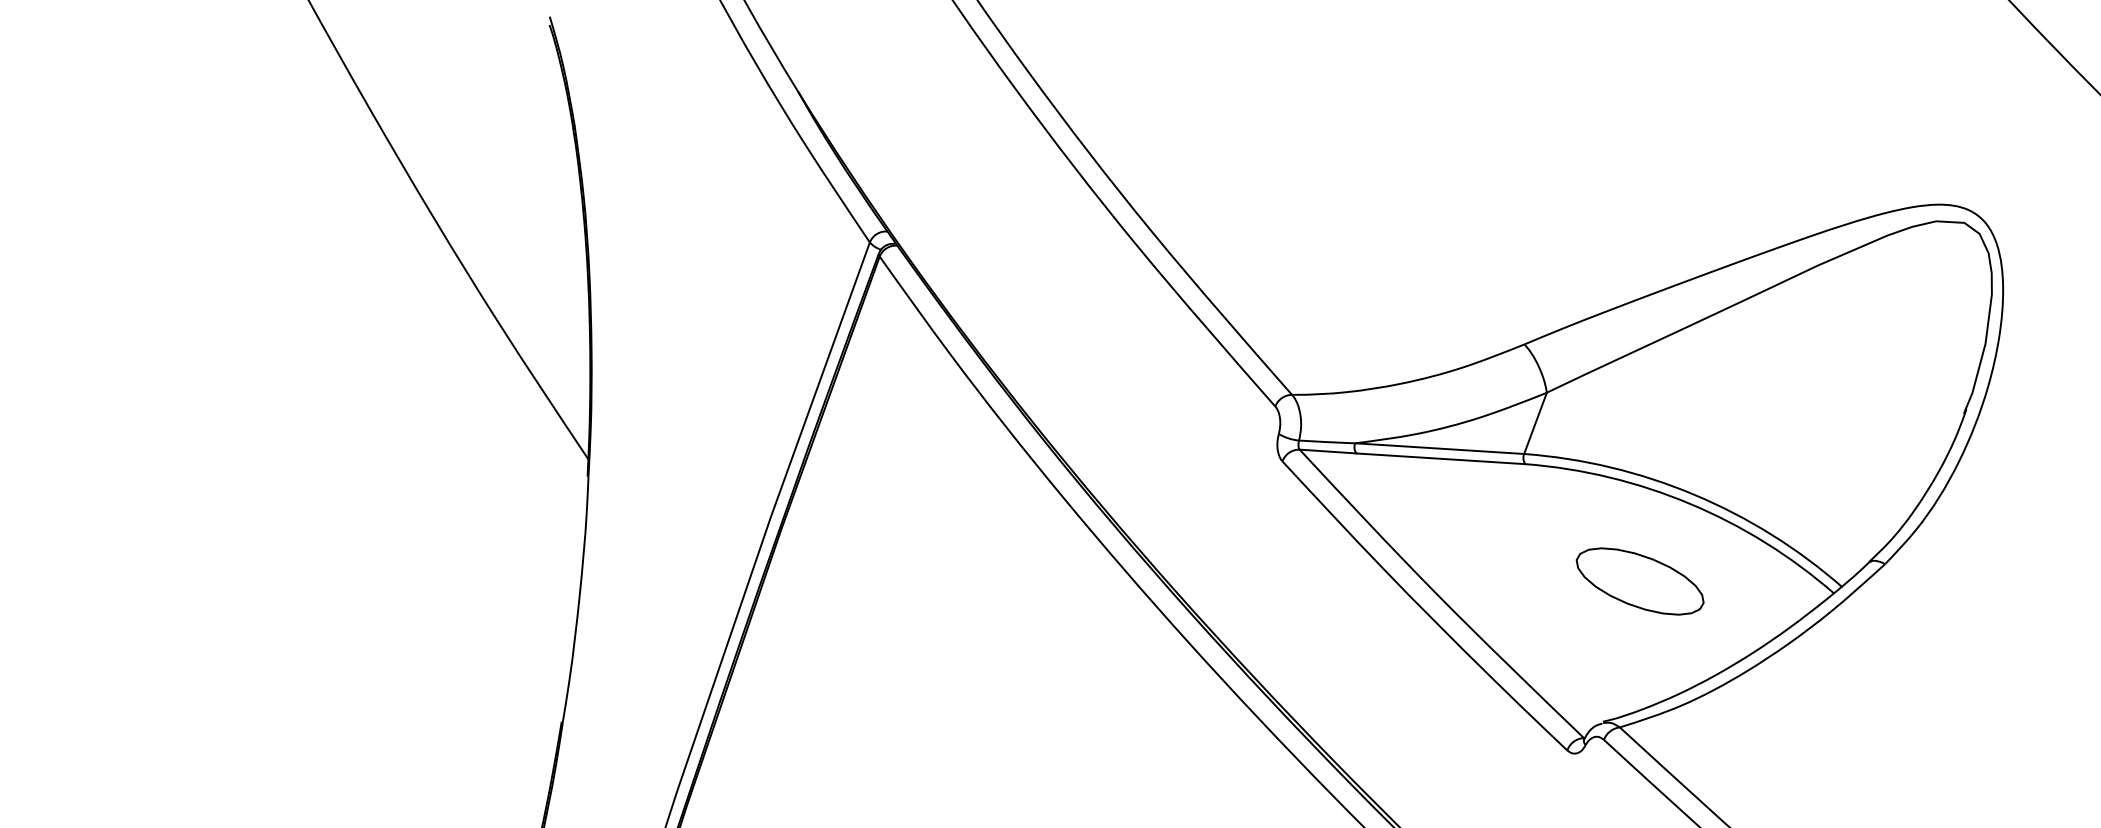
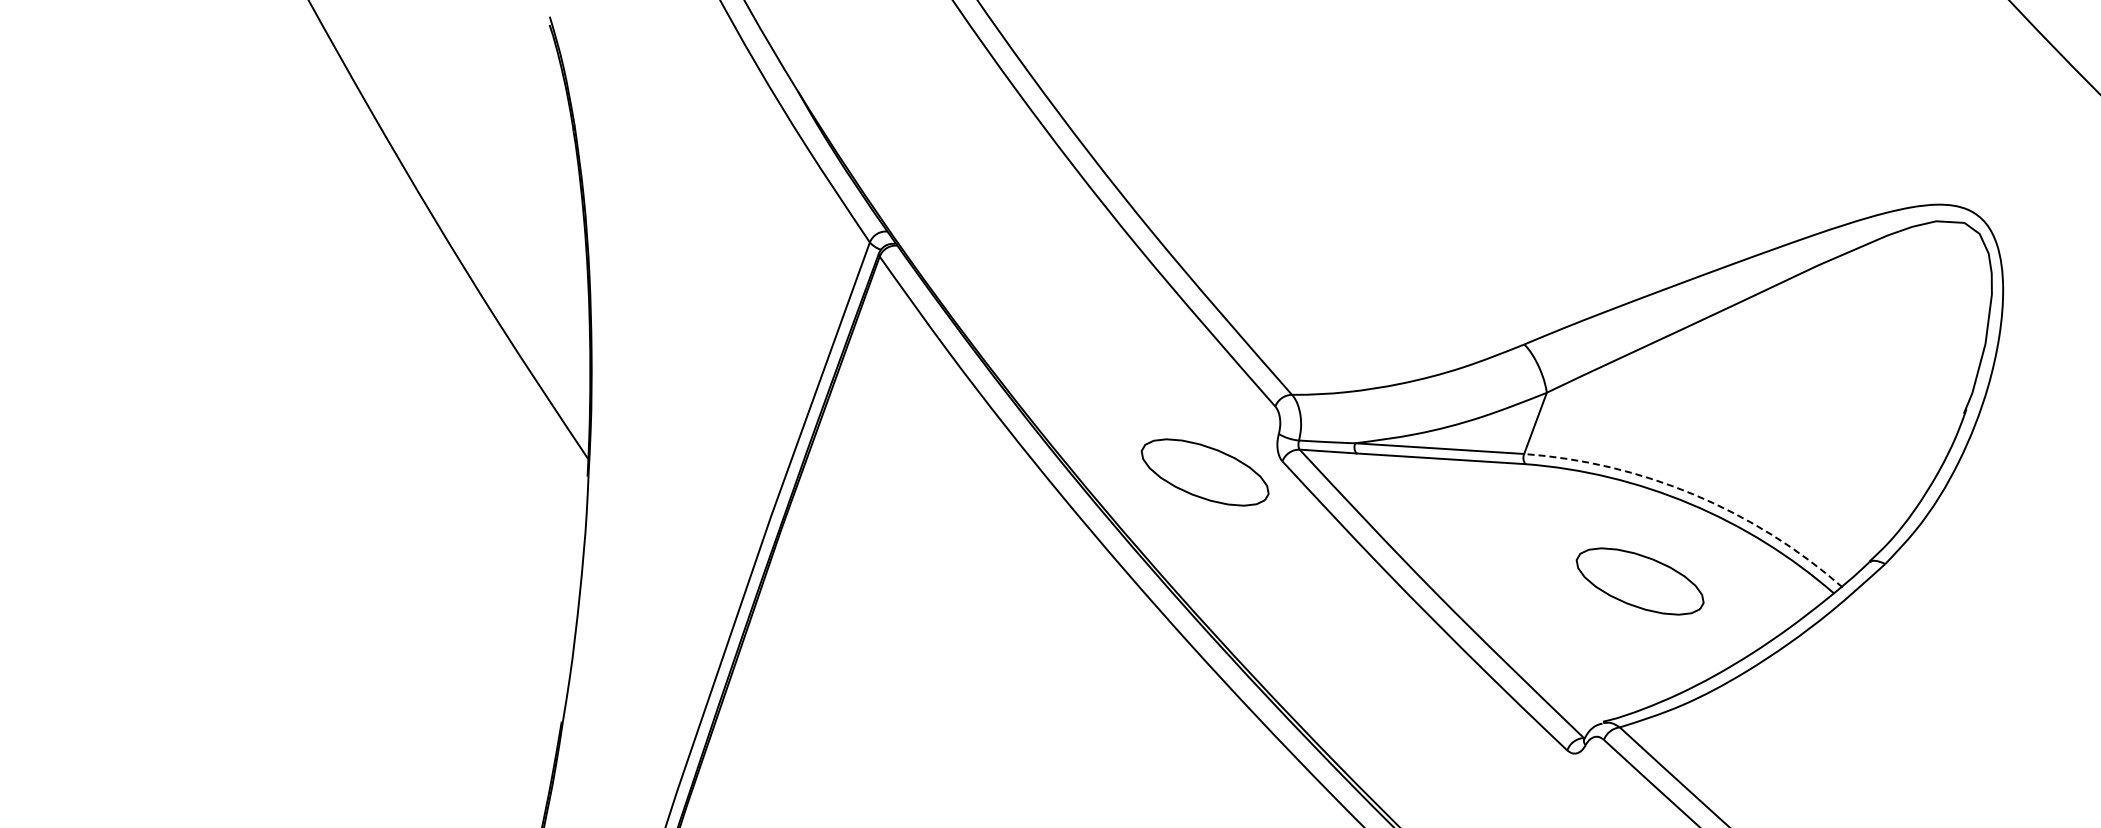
part at (1204, 472): none -> present
arc at (1694, 494): solid -> dashed
